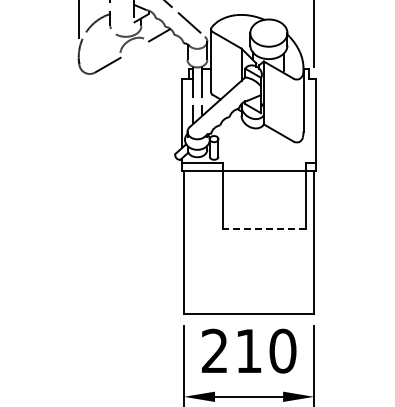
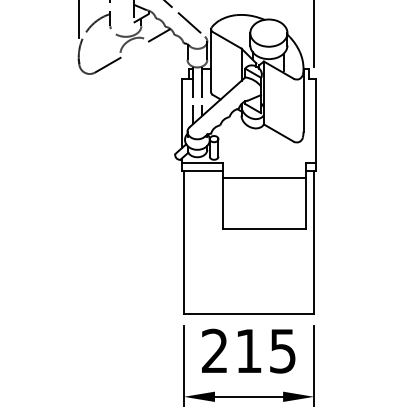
line at (264, 170) position: (264, 170) -> (264, 177)
line at (264, 229): dashed -> solid
text at (282, 350): 210 -> 215
